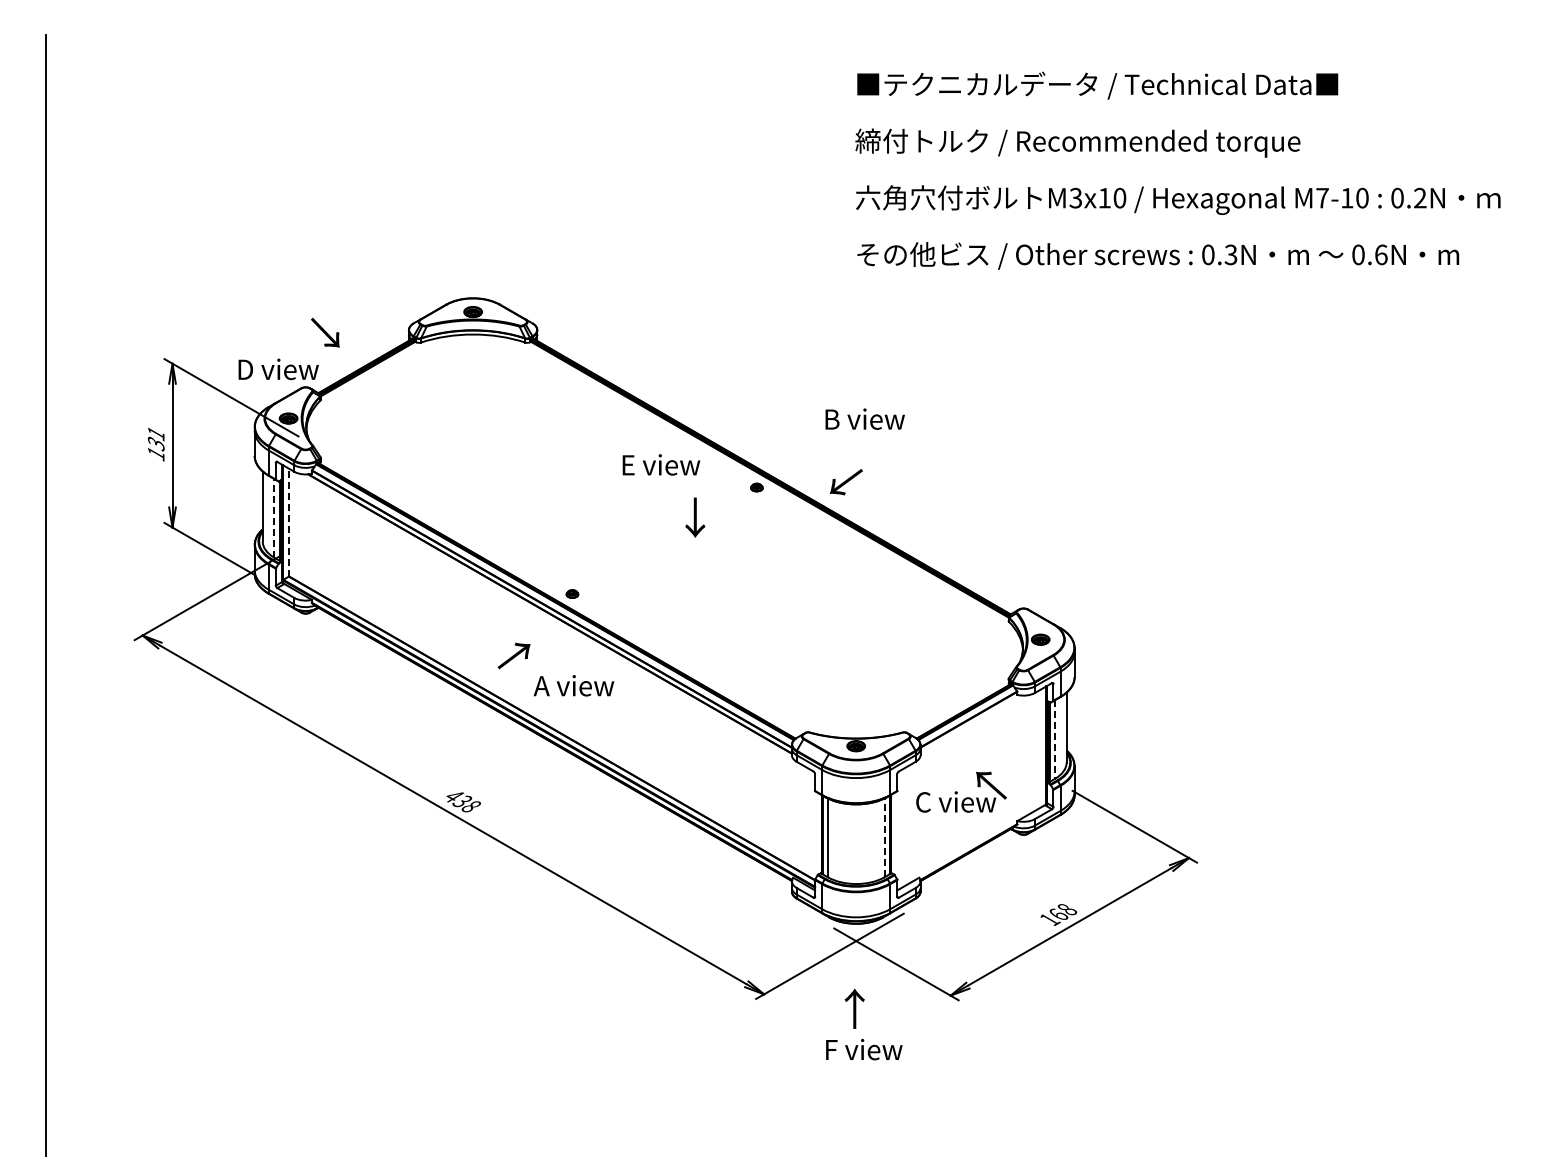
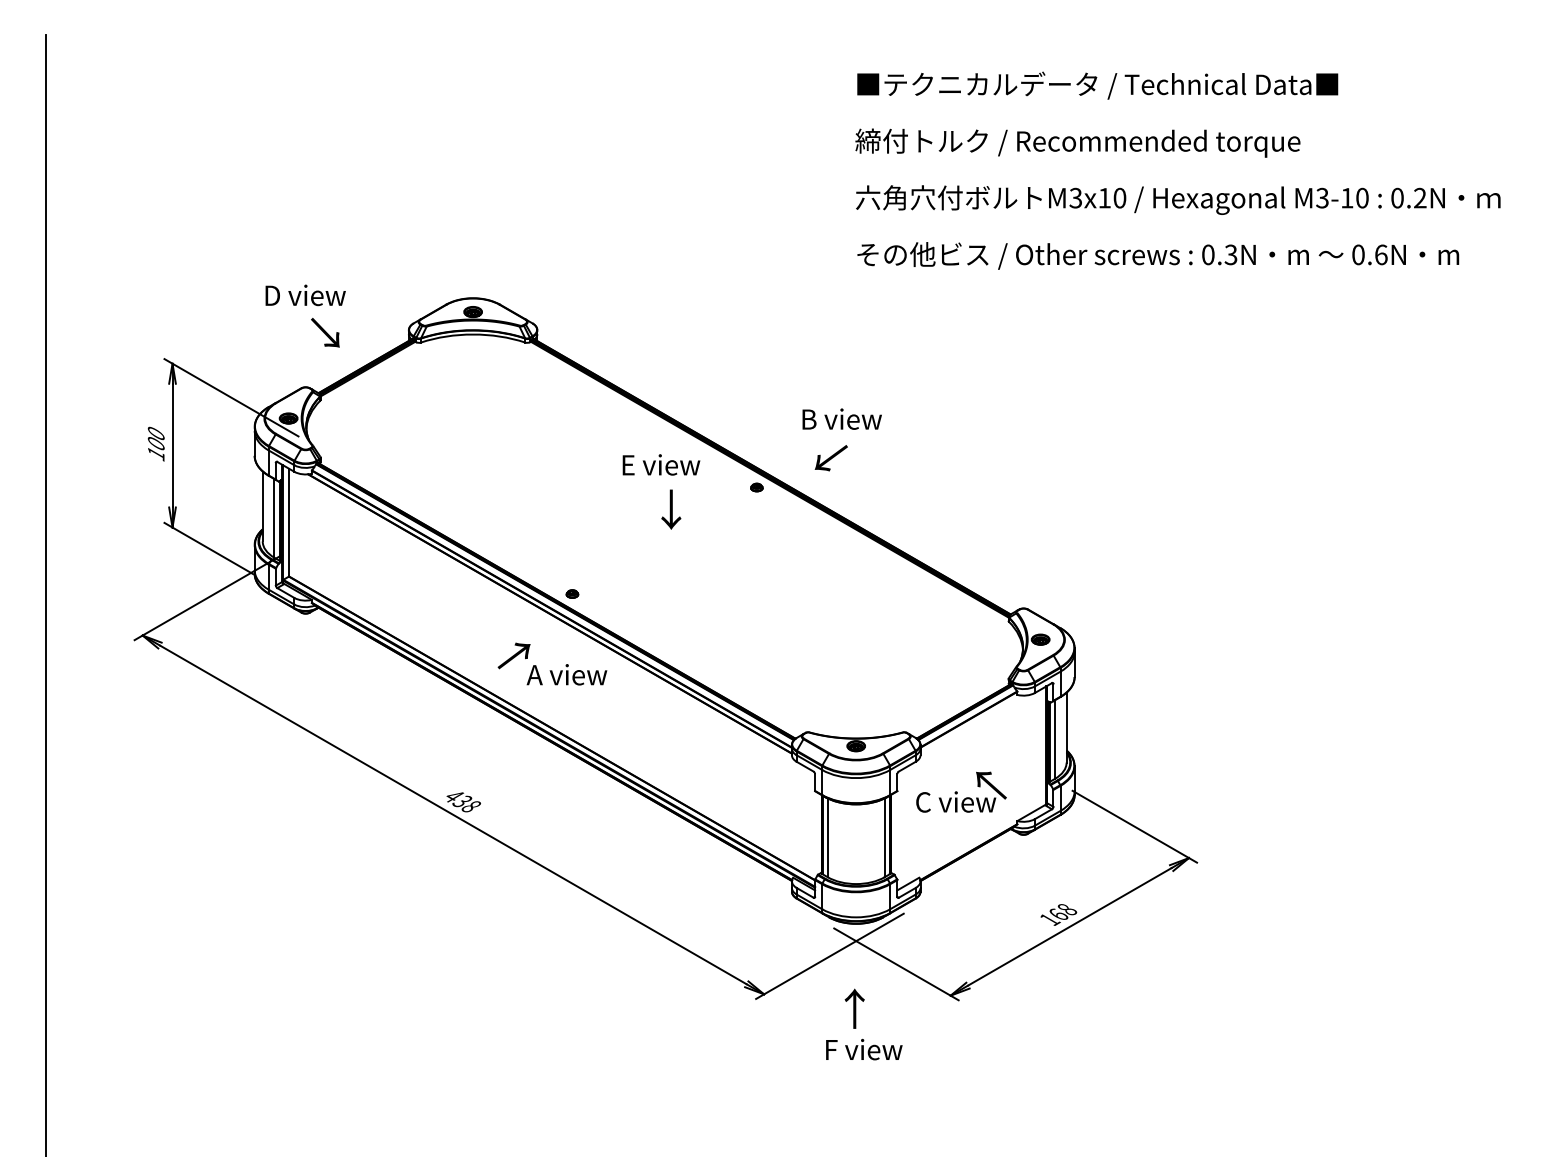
text at (1322, 197): M7-10 -> M3-10
text at (278, 369) position: (278, 369) -> (305, 295)
text at (864, 418) position: (864, 418) -> (841, 418)
text at (155, 438): 131 -> 100
text at (845, 482) position: (845, 482) -> (830, 458)
line at (274, 517): dashed -> solid
text at (695, 517) position: (695, 517) -> (671, 509)
line at (289, 522): dashed -> solid
text at (573, 685) position: (573, 685) -> (566, 674)
line at (1054, 740): dashed -> solid
line at (884, 837): dashed -> solid
